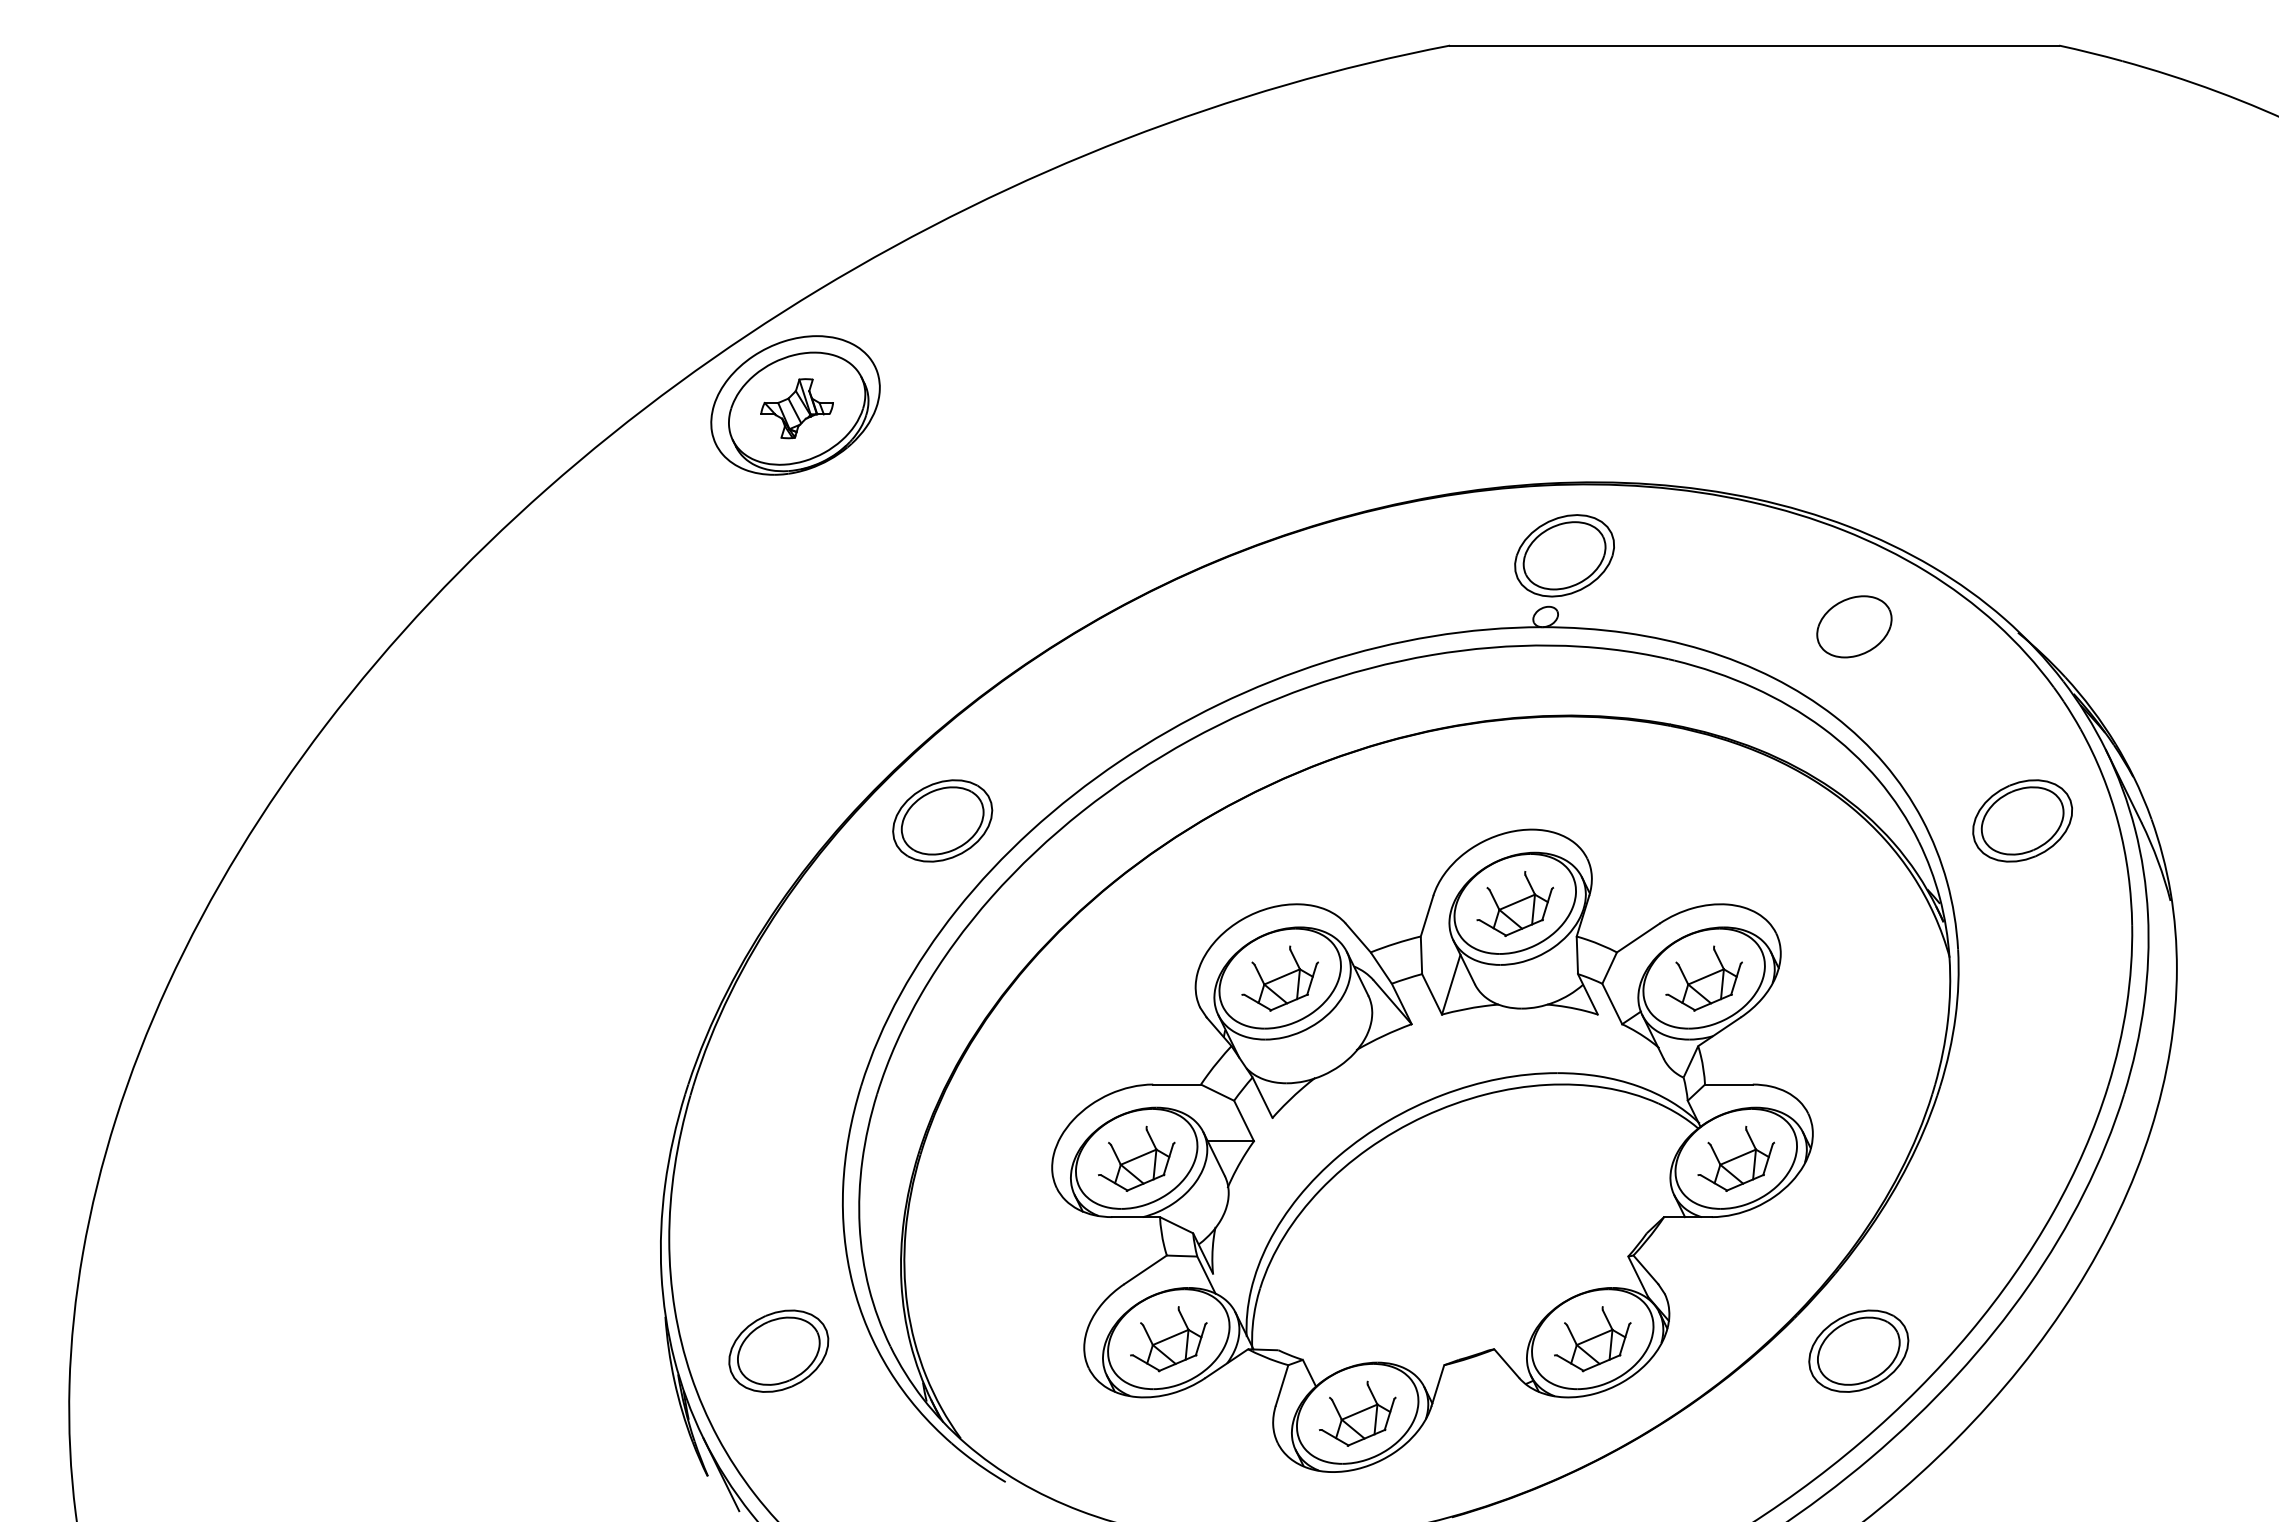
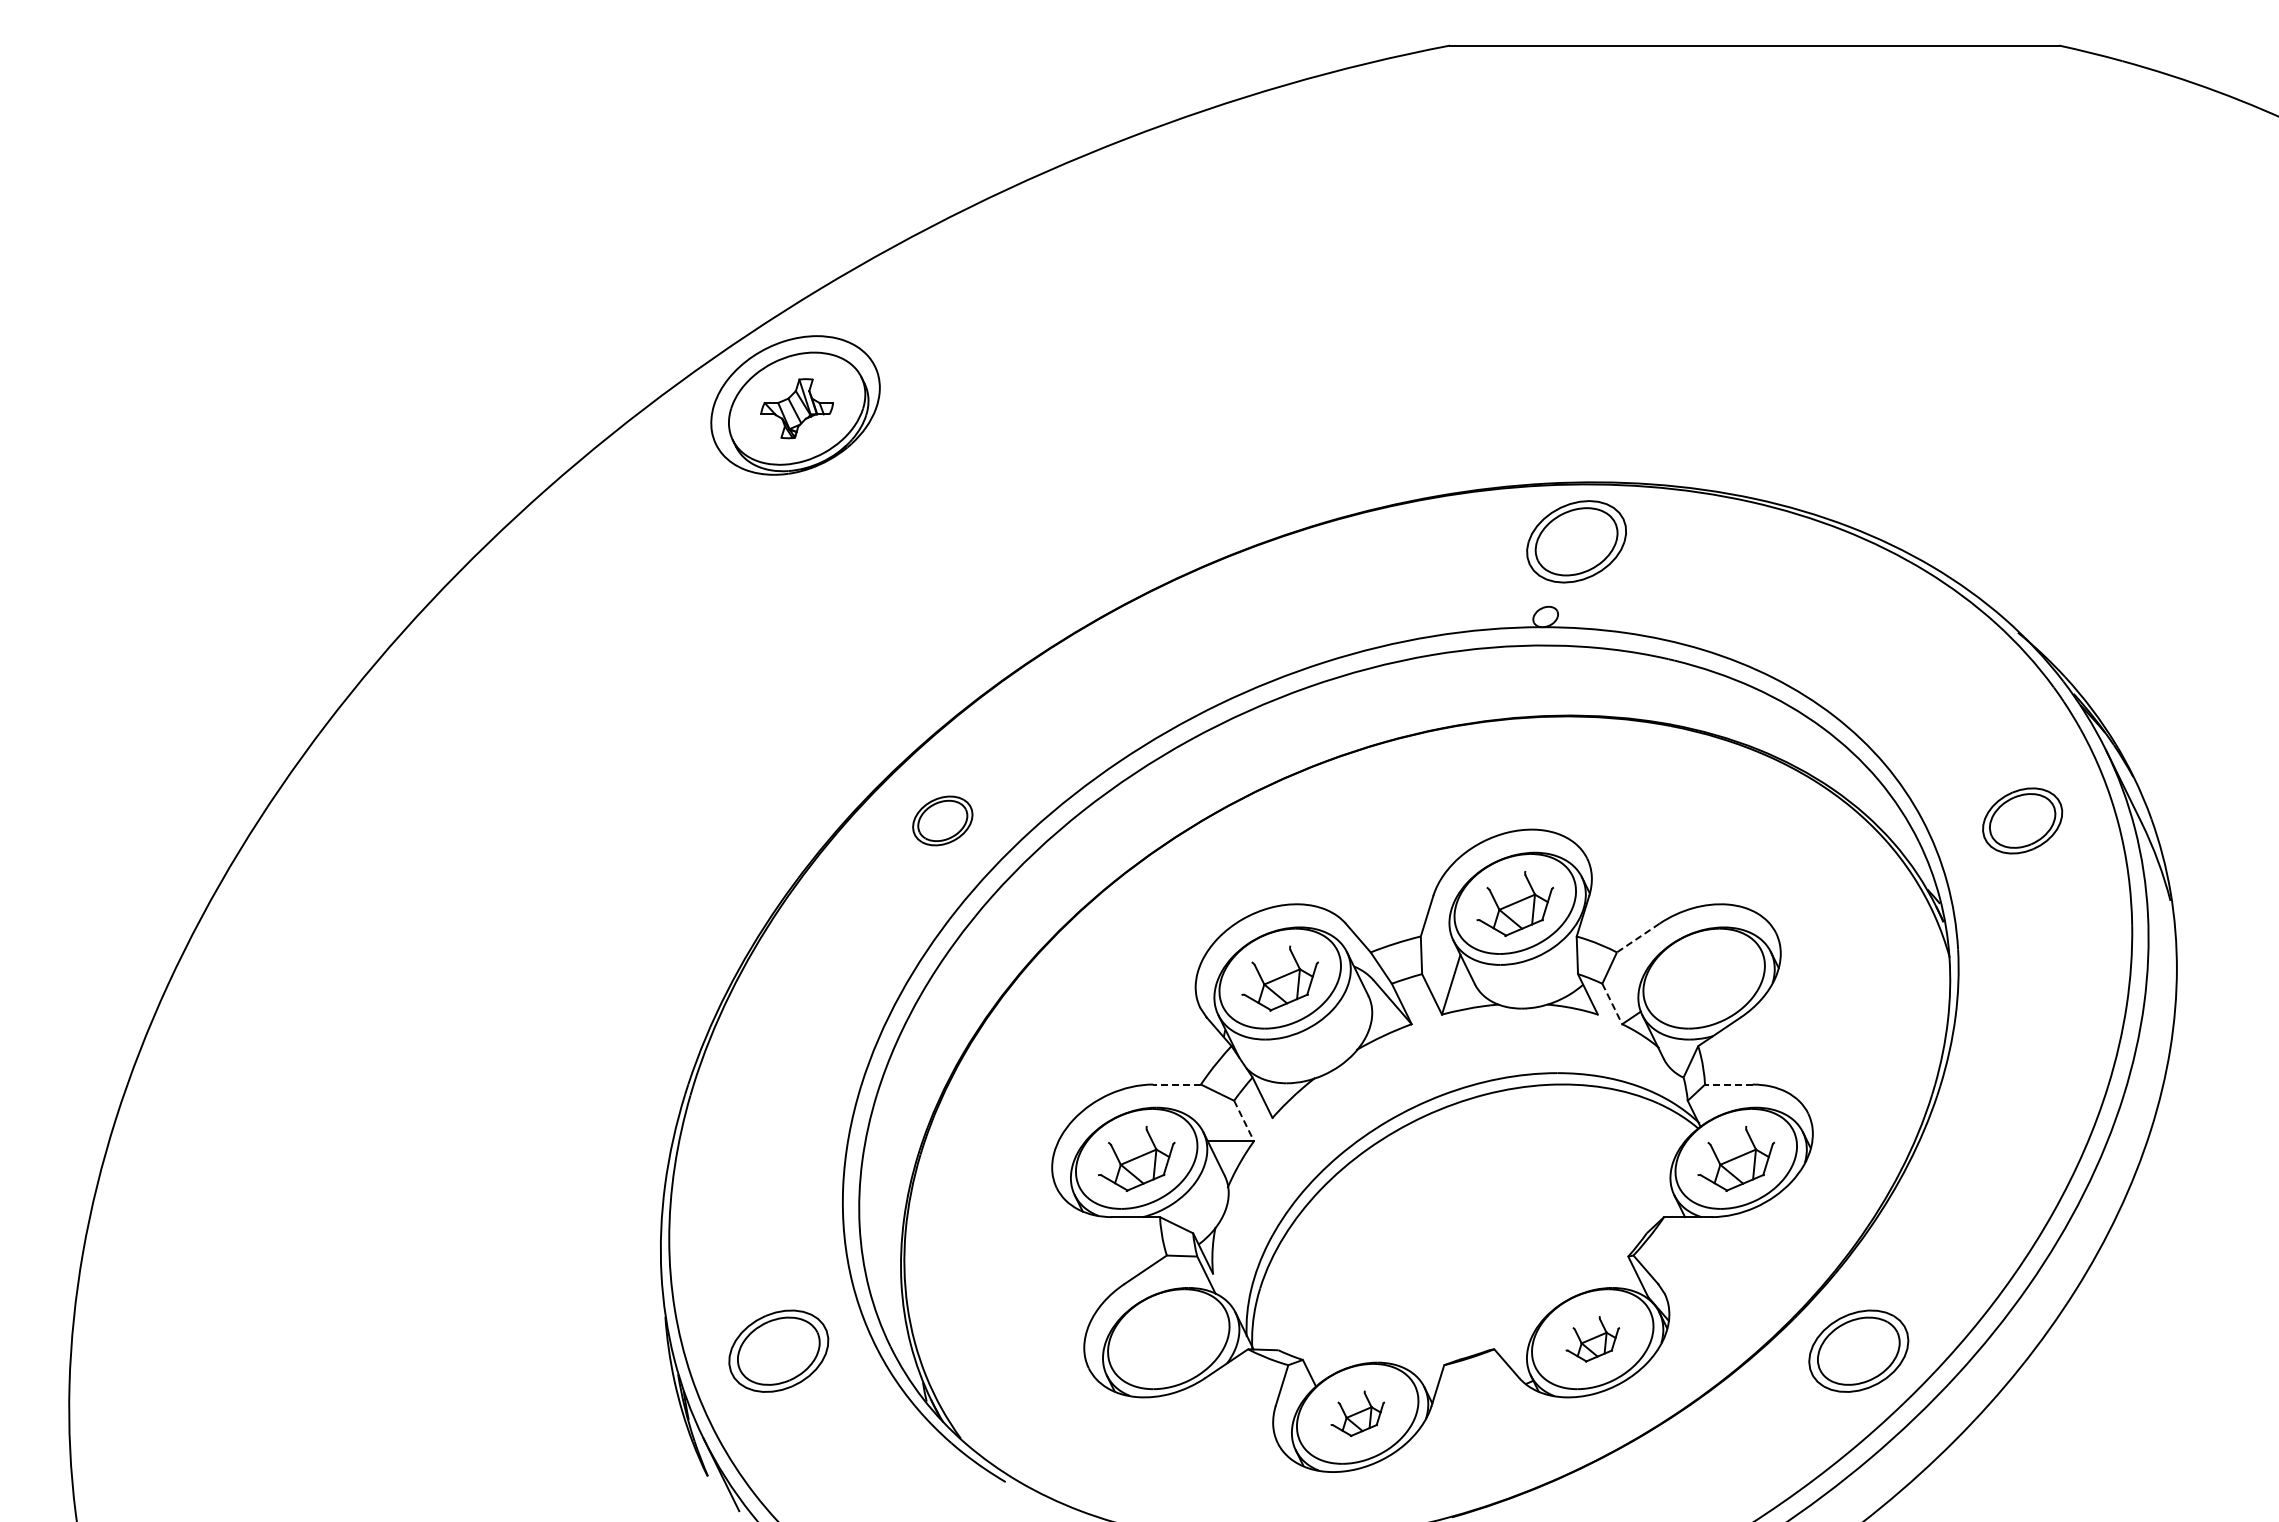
part at (1564, 555) position: (1564, 555) -> (1576, 541)
part at (1854, 626): present -> none
part at (942, 820) size: 102x84 px -> 62x52 px
part at (2022, 820) size: 101x84 px -> 82x68 px
line at (1638, 938): solid -> dashed
part at (1703, 978): present -> none
line at (1612, 1003): solid -> dashed
line at (1177, 1084): solid -> dashed
line at (1728, 1084): solid -> dashed
line at (1244, 1120): solid -> dashed
part at (1168, 1339): present -> none
part at (1592, 1339) size: 78x67 px -> 56x47 px
part at (1357, 1413) size: 78x67 px -> 55x47 px
